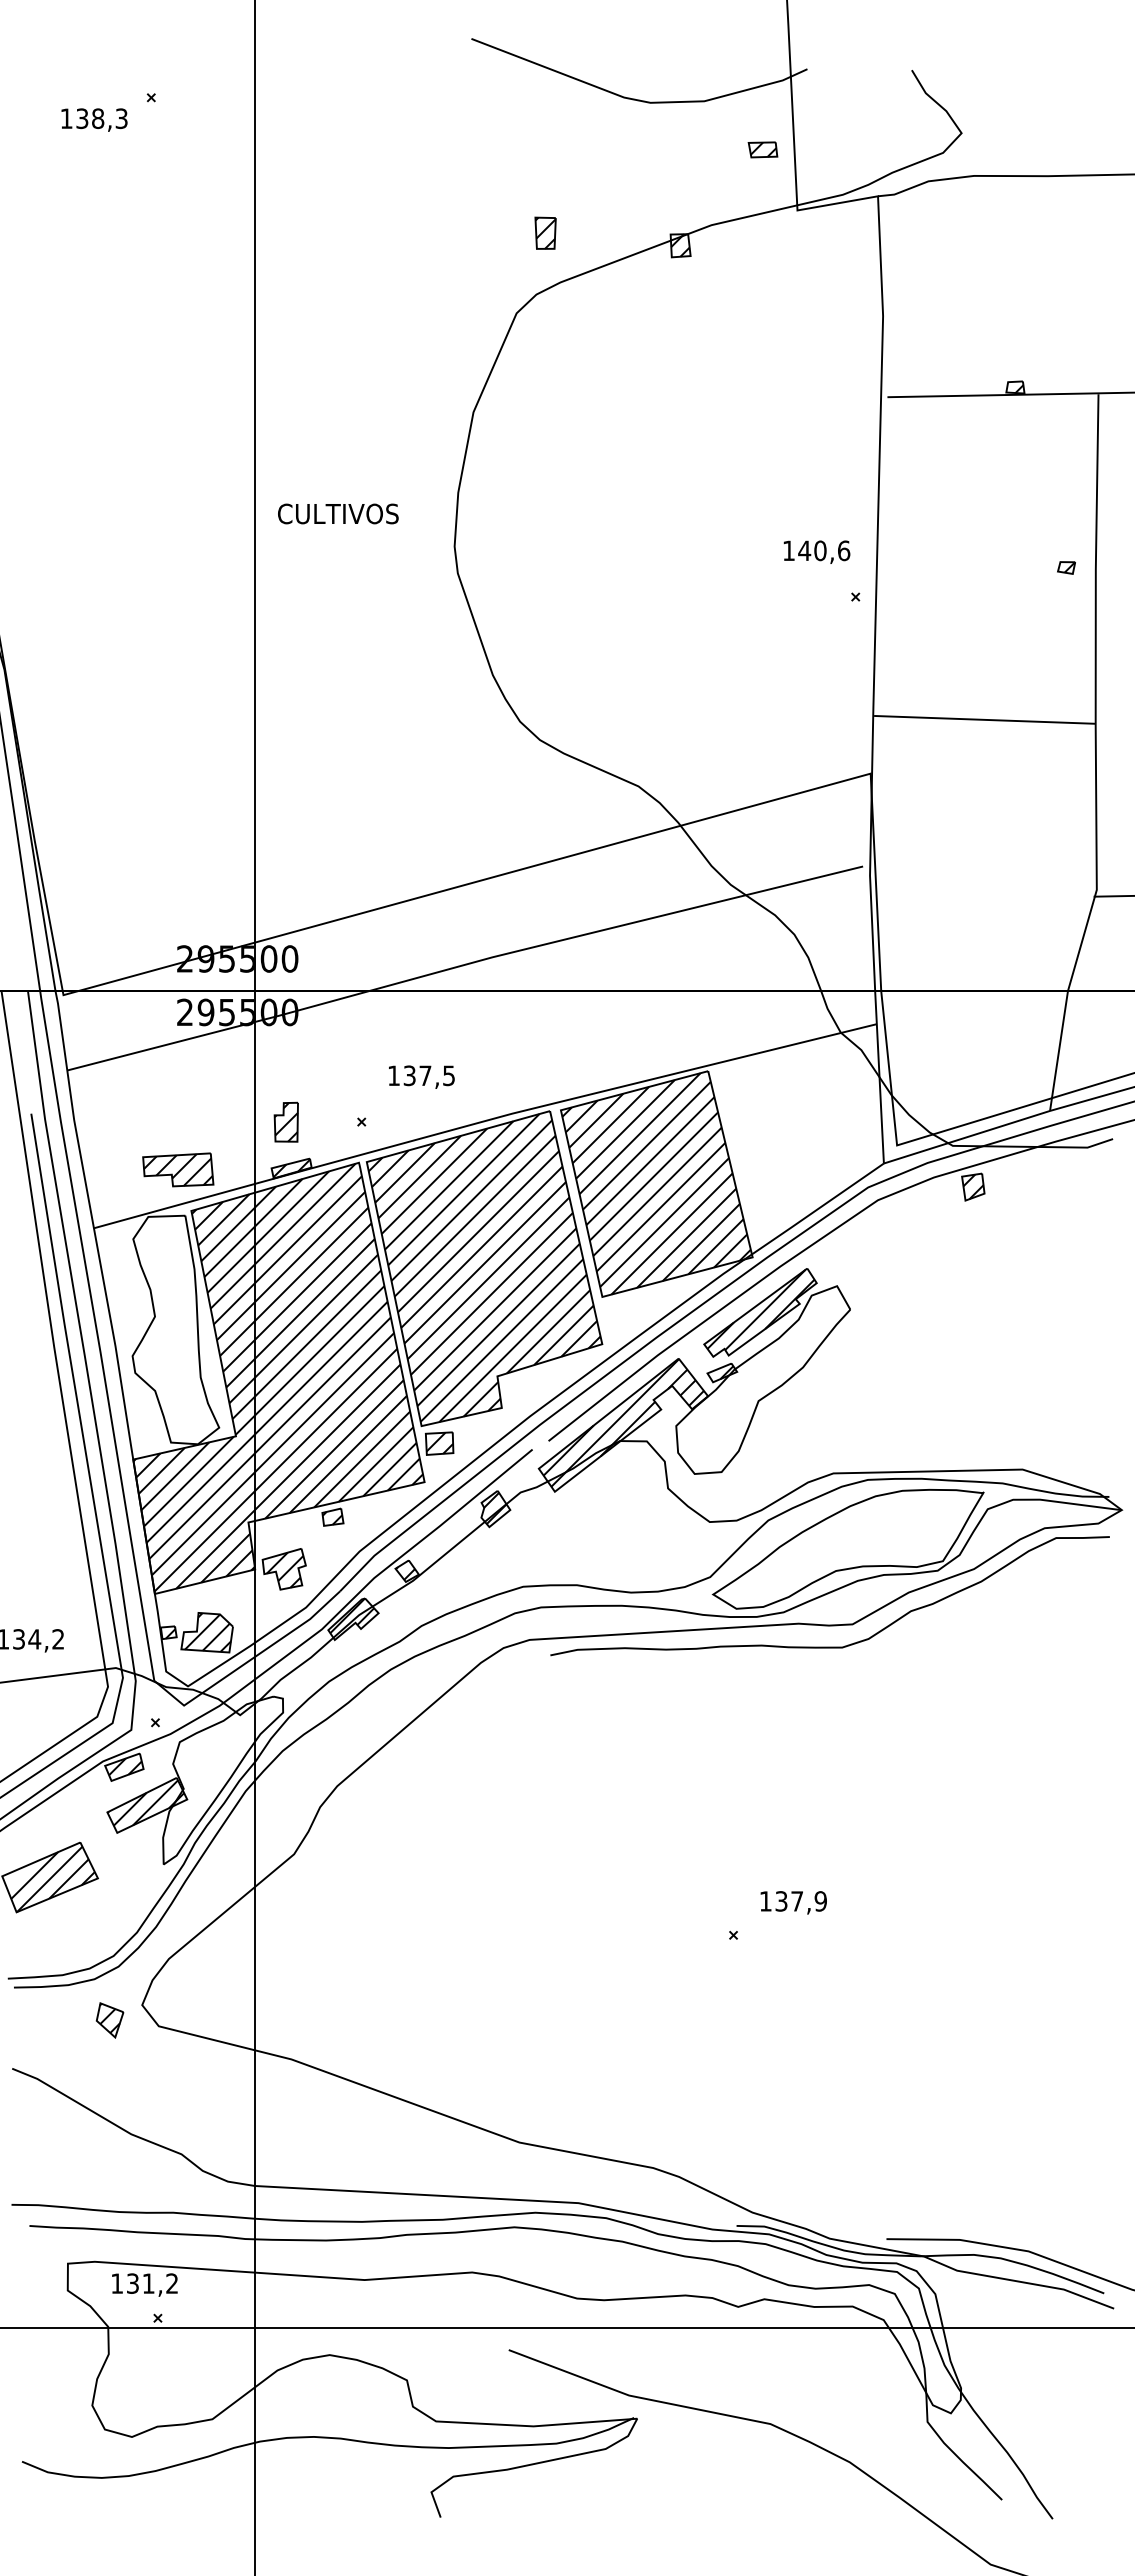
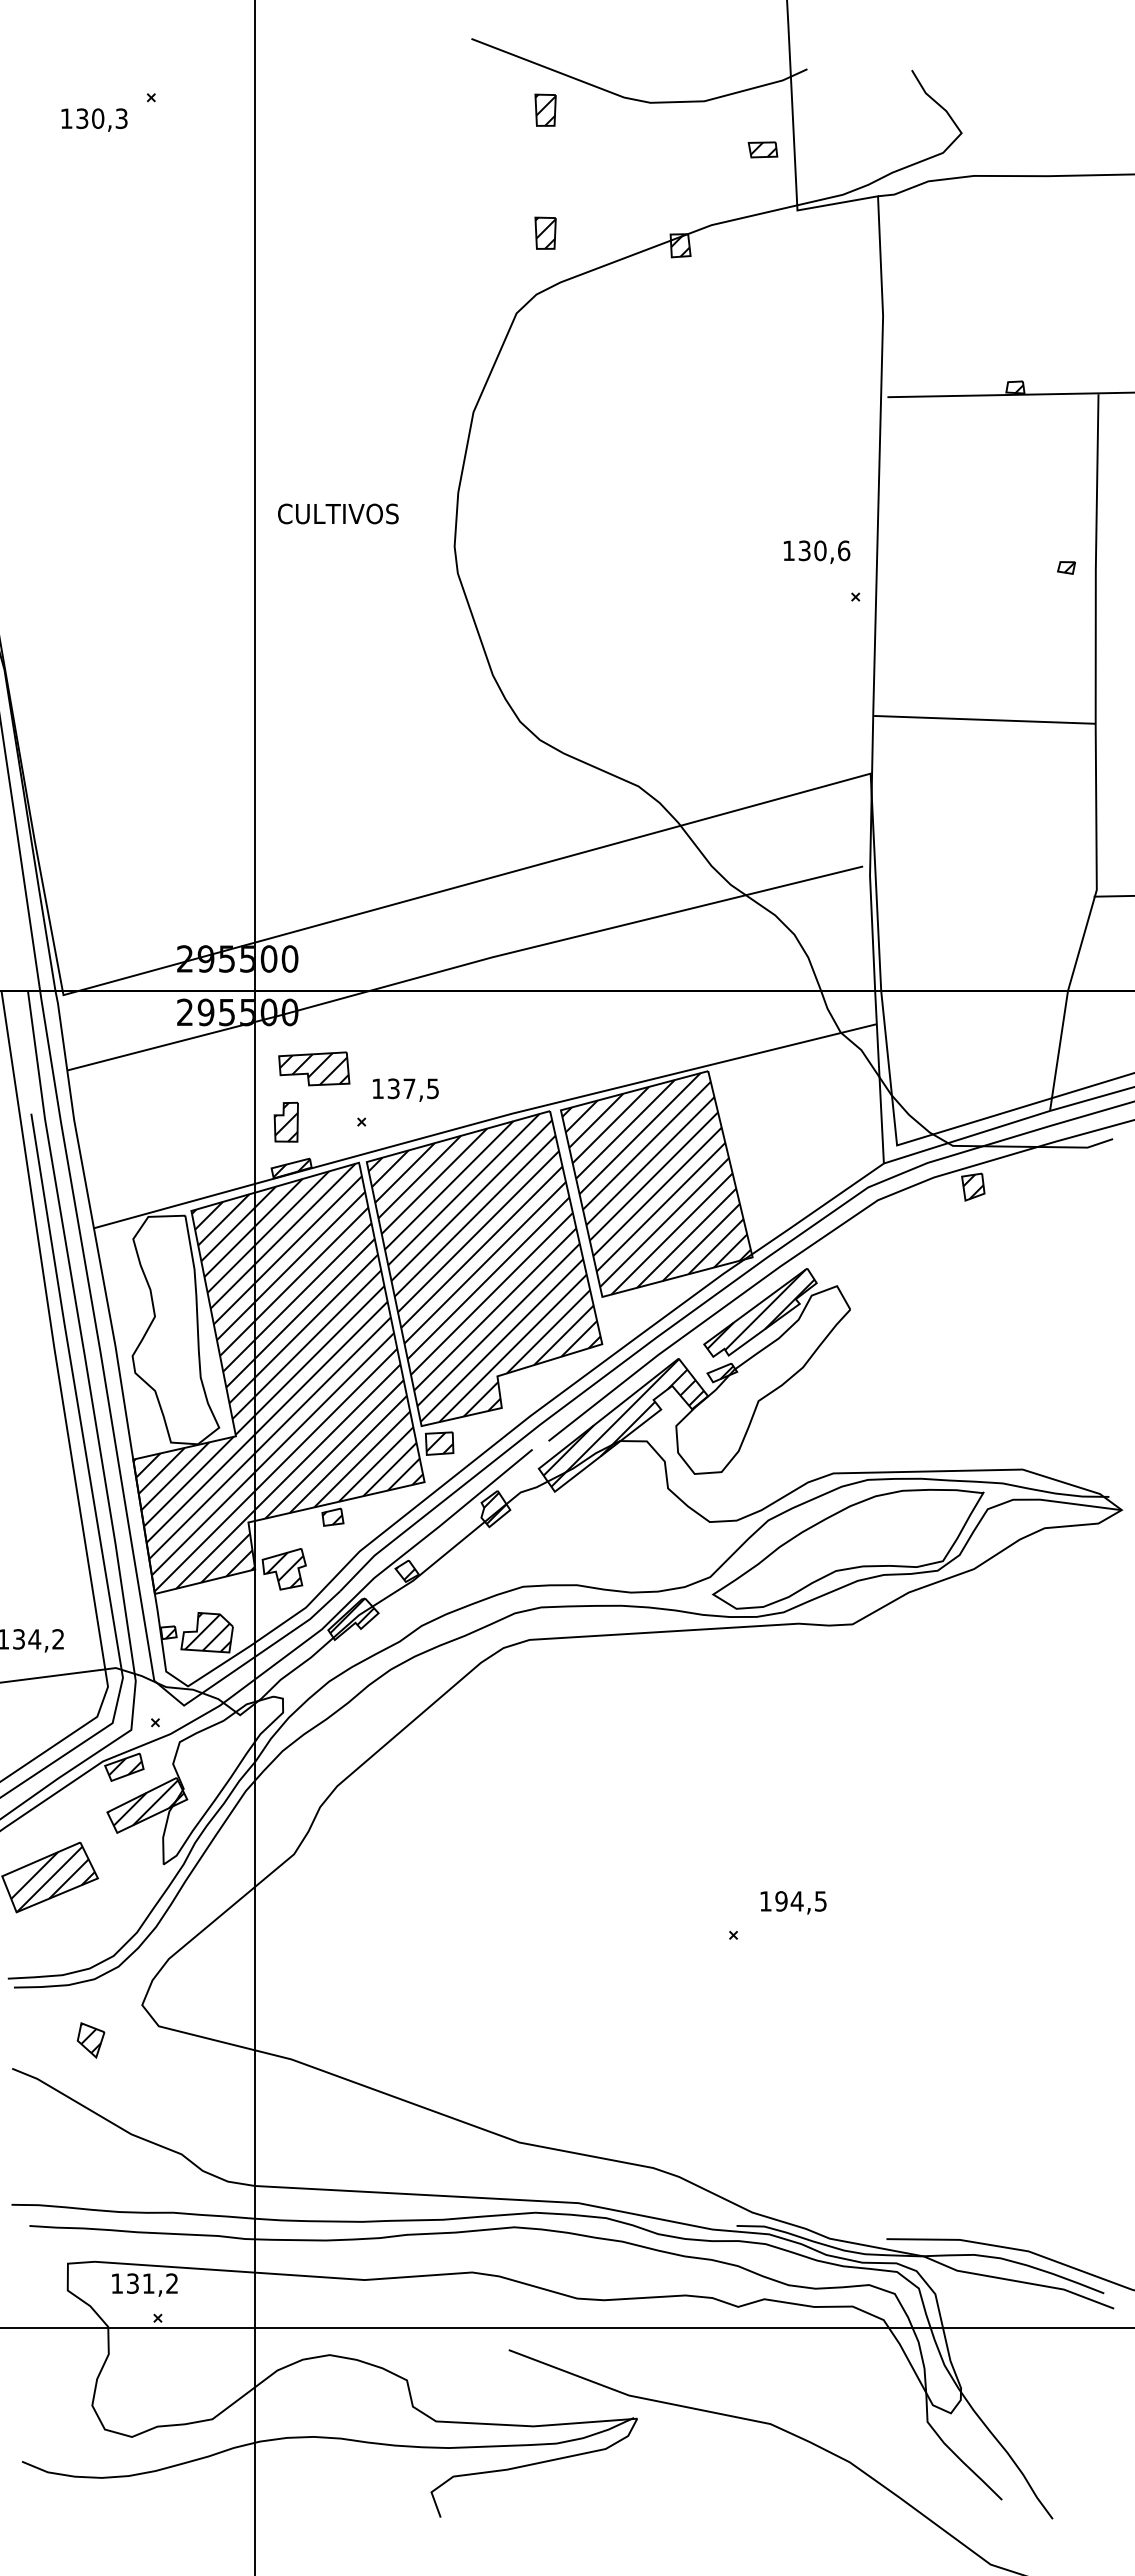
part at (545, 109): none -> present
text at (98, 118): 138,3 -> 130,3
text at (804, 550): 140,6 -> 130,6
text at (421, 1076) position: (421, 1076) -> (405, 1089)
part at (178, 1169) position: (178, 1169) -> (314, 1068)
curve at (829, 1646): present -> none
text at (800, 1901): 137,9 -> 194,5
part at (109, 2020) position: (109, 2020) -> (90, 2040)
